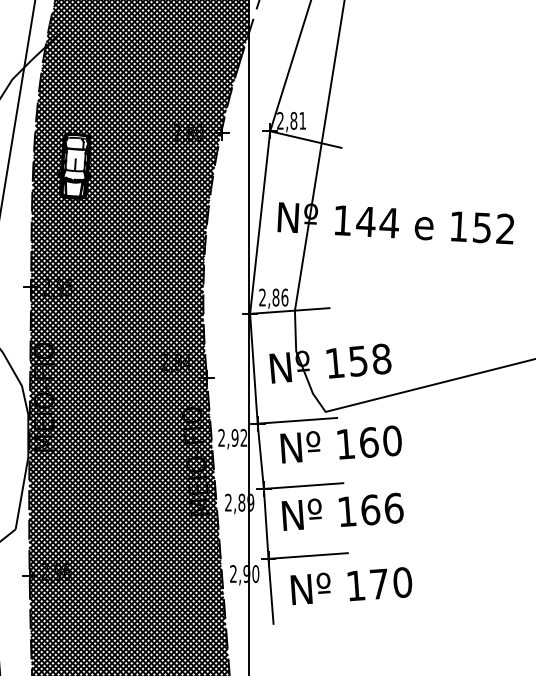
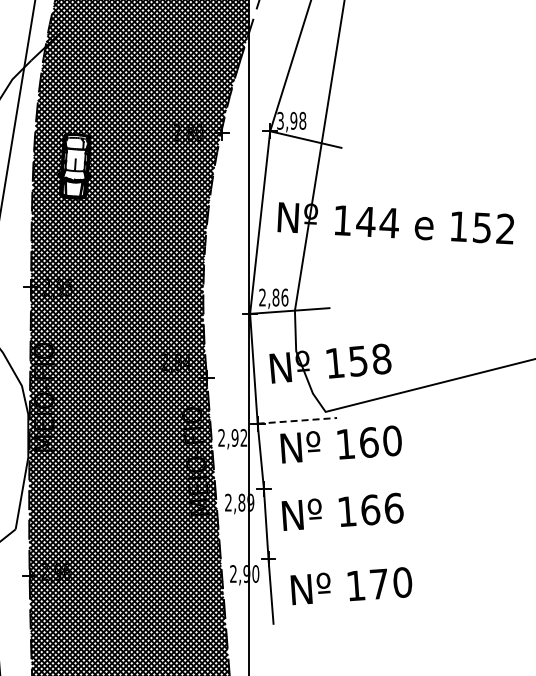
text at (291, 120): 2,81 -> 3,98
line at (297, 420): solid -> dashed
line at (303, 485): present -> none
line at (307, 555): present -> none
